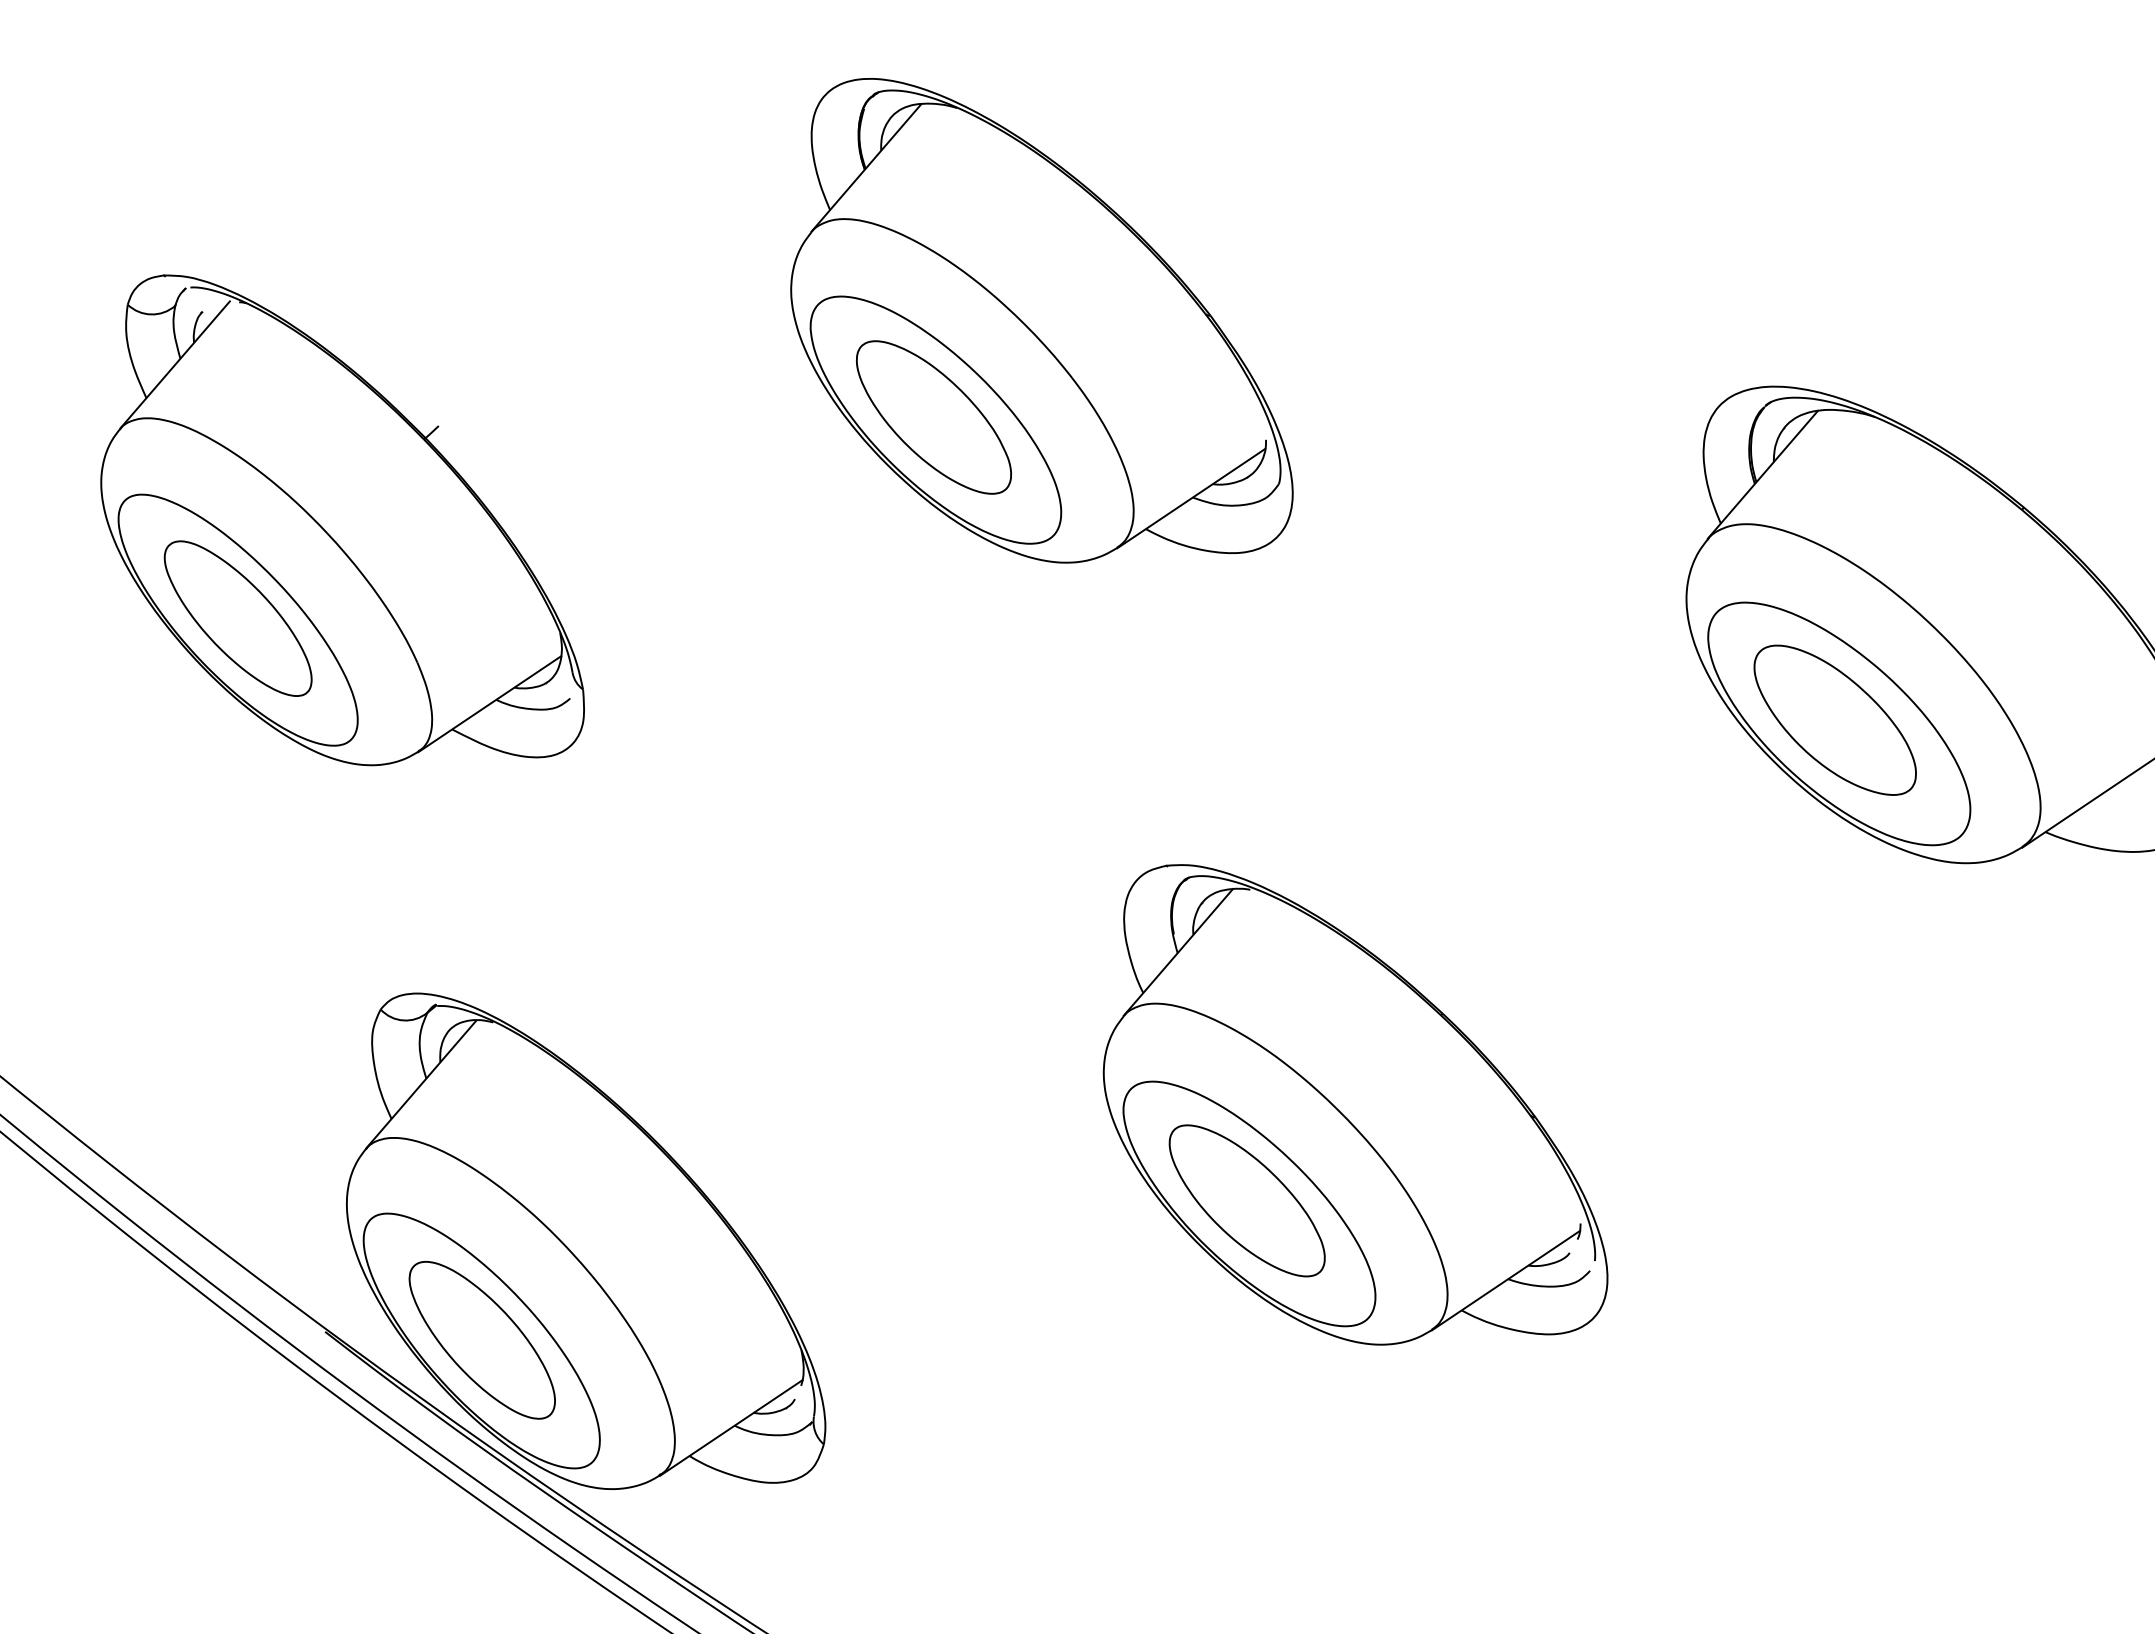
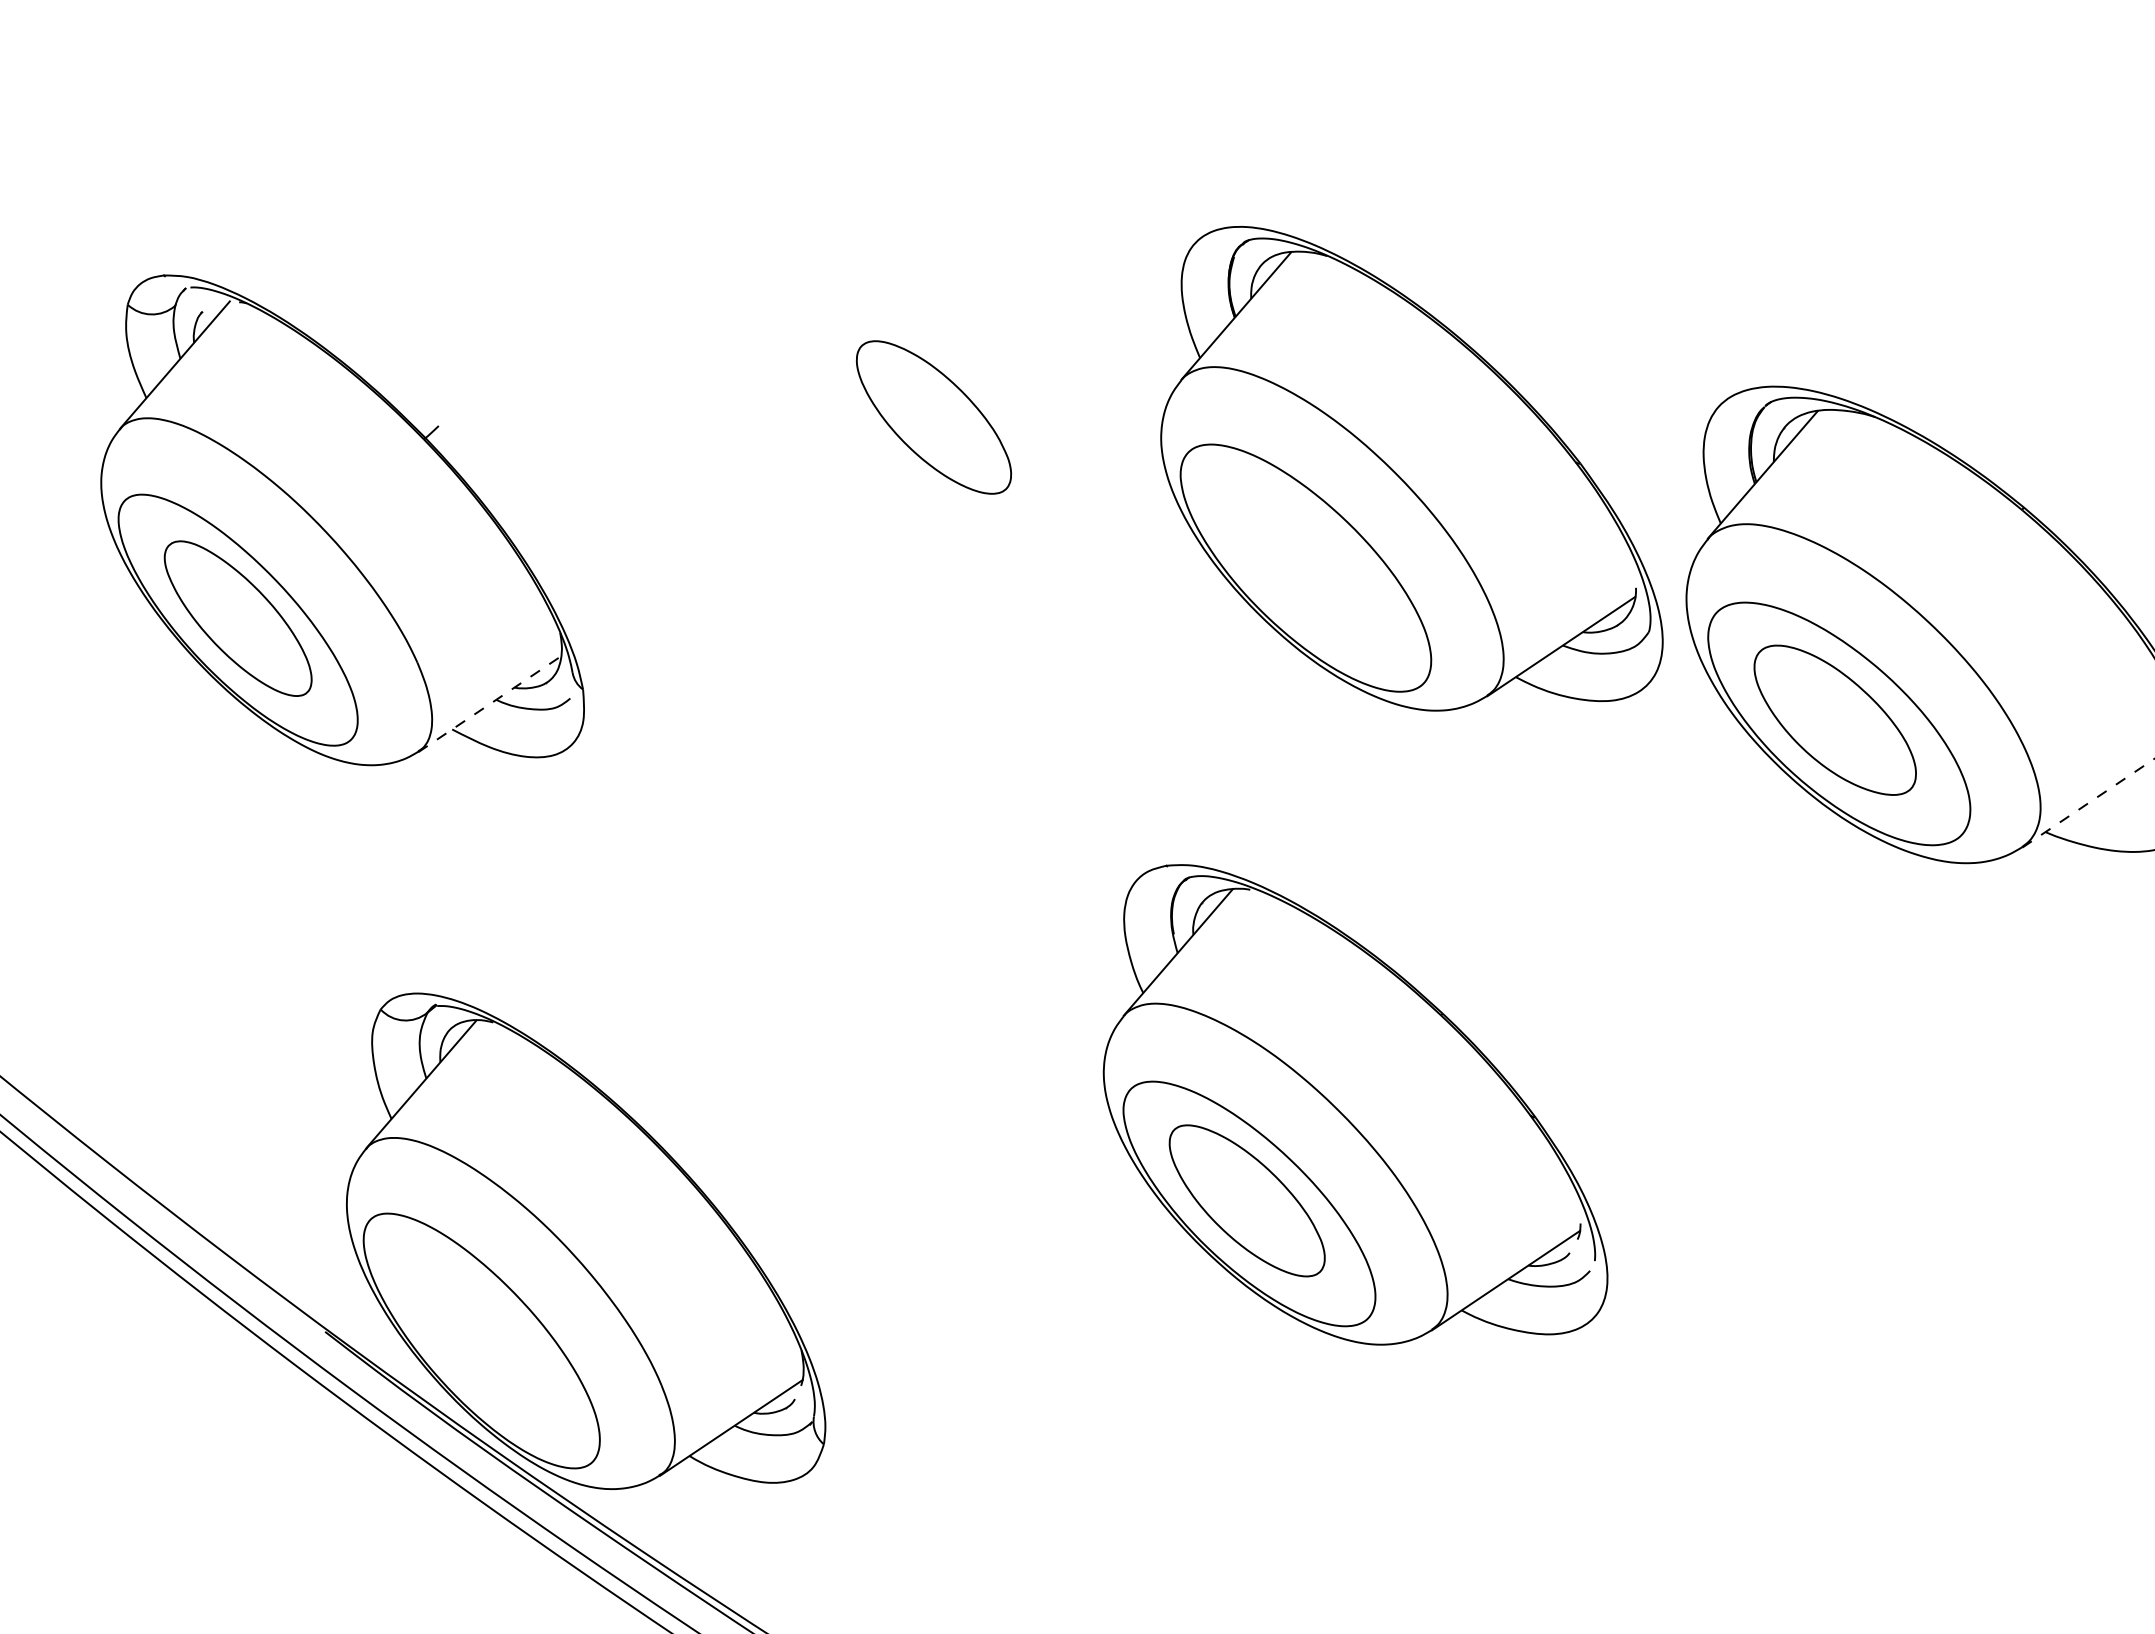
part at (1041, 320) position: (1041, 320) -> (1411, 468)
line at (490, 703): solid -> dashed
line at (2088, 803): solid -> dashed
part at (481, 1340): present -> none
